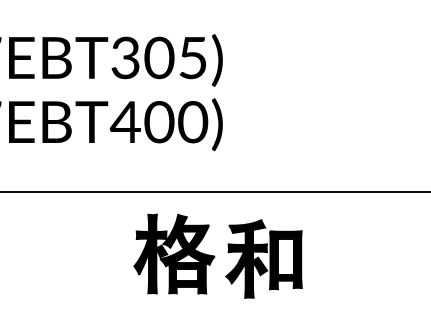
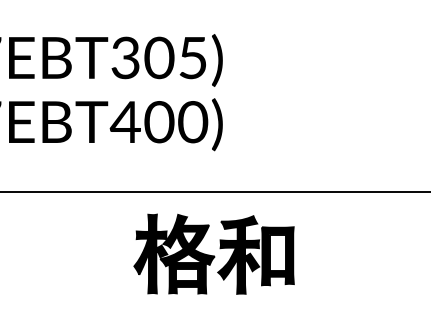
part at (263, 258) position: (263, 258) -> (255, 254)
